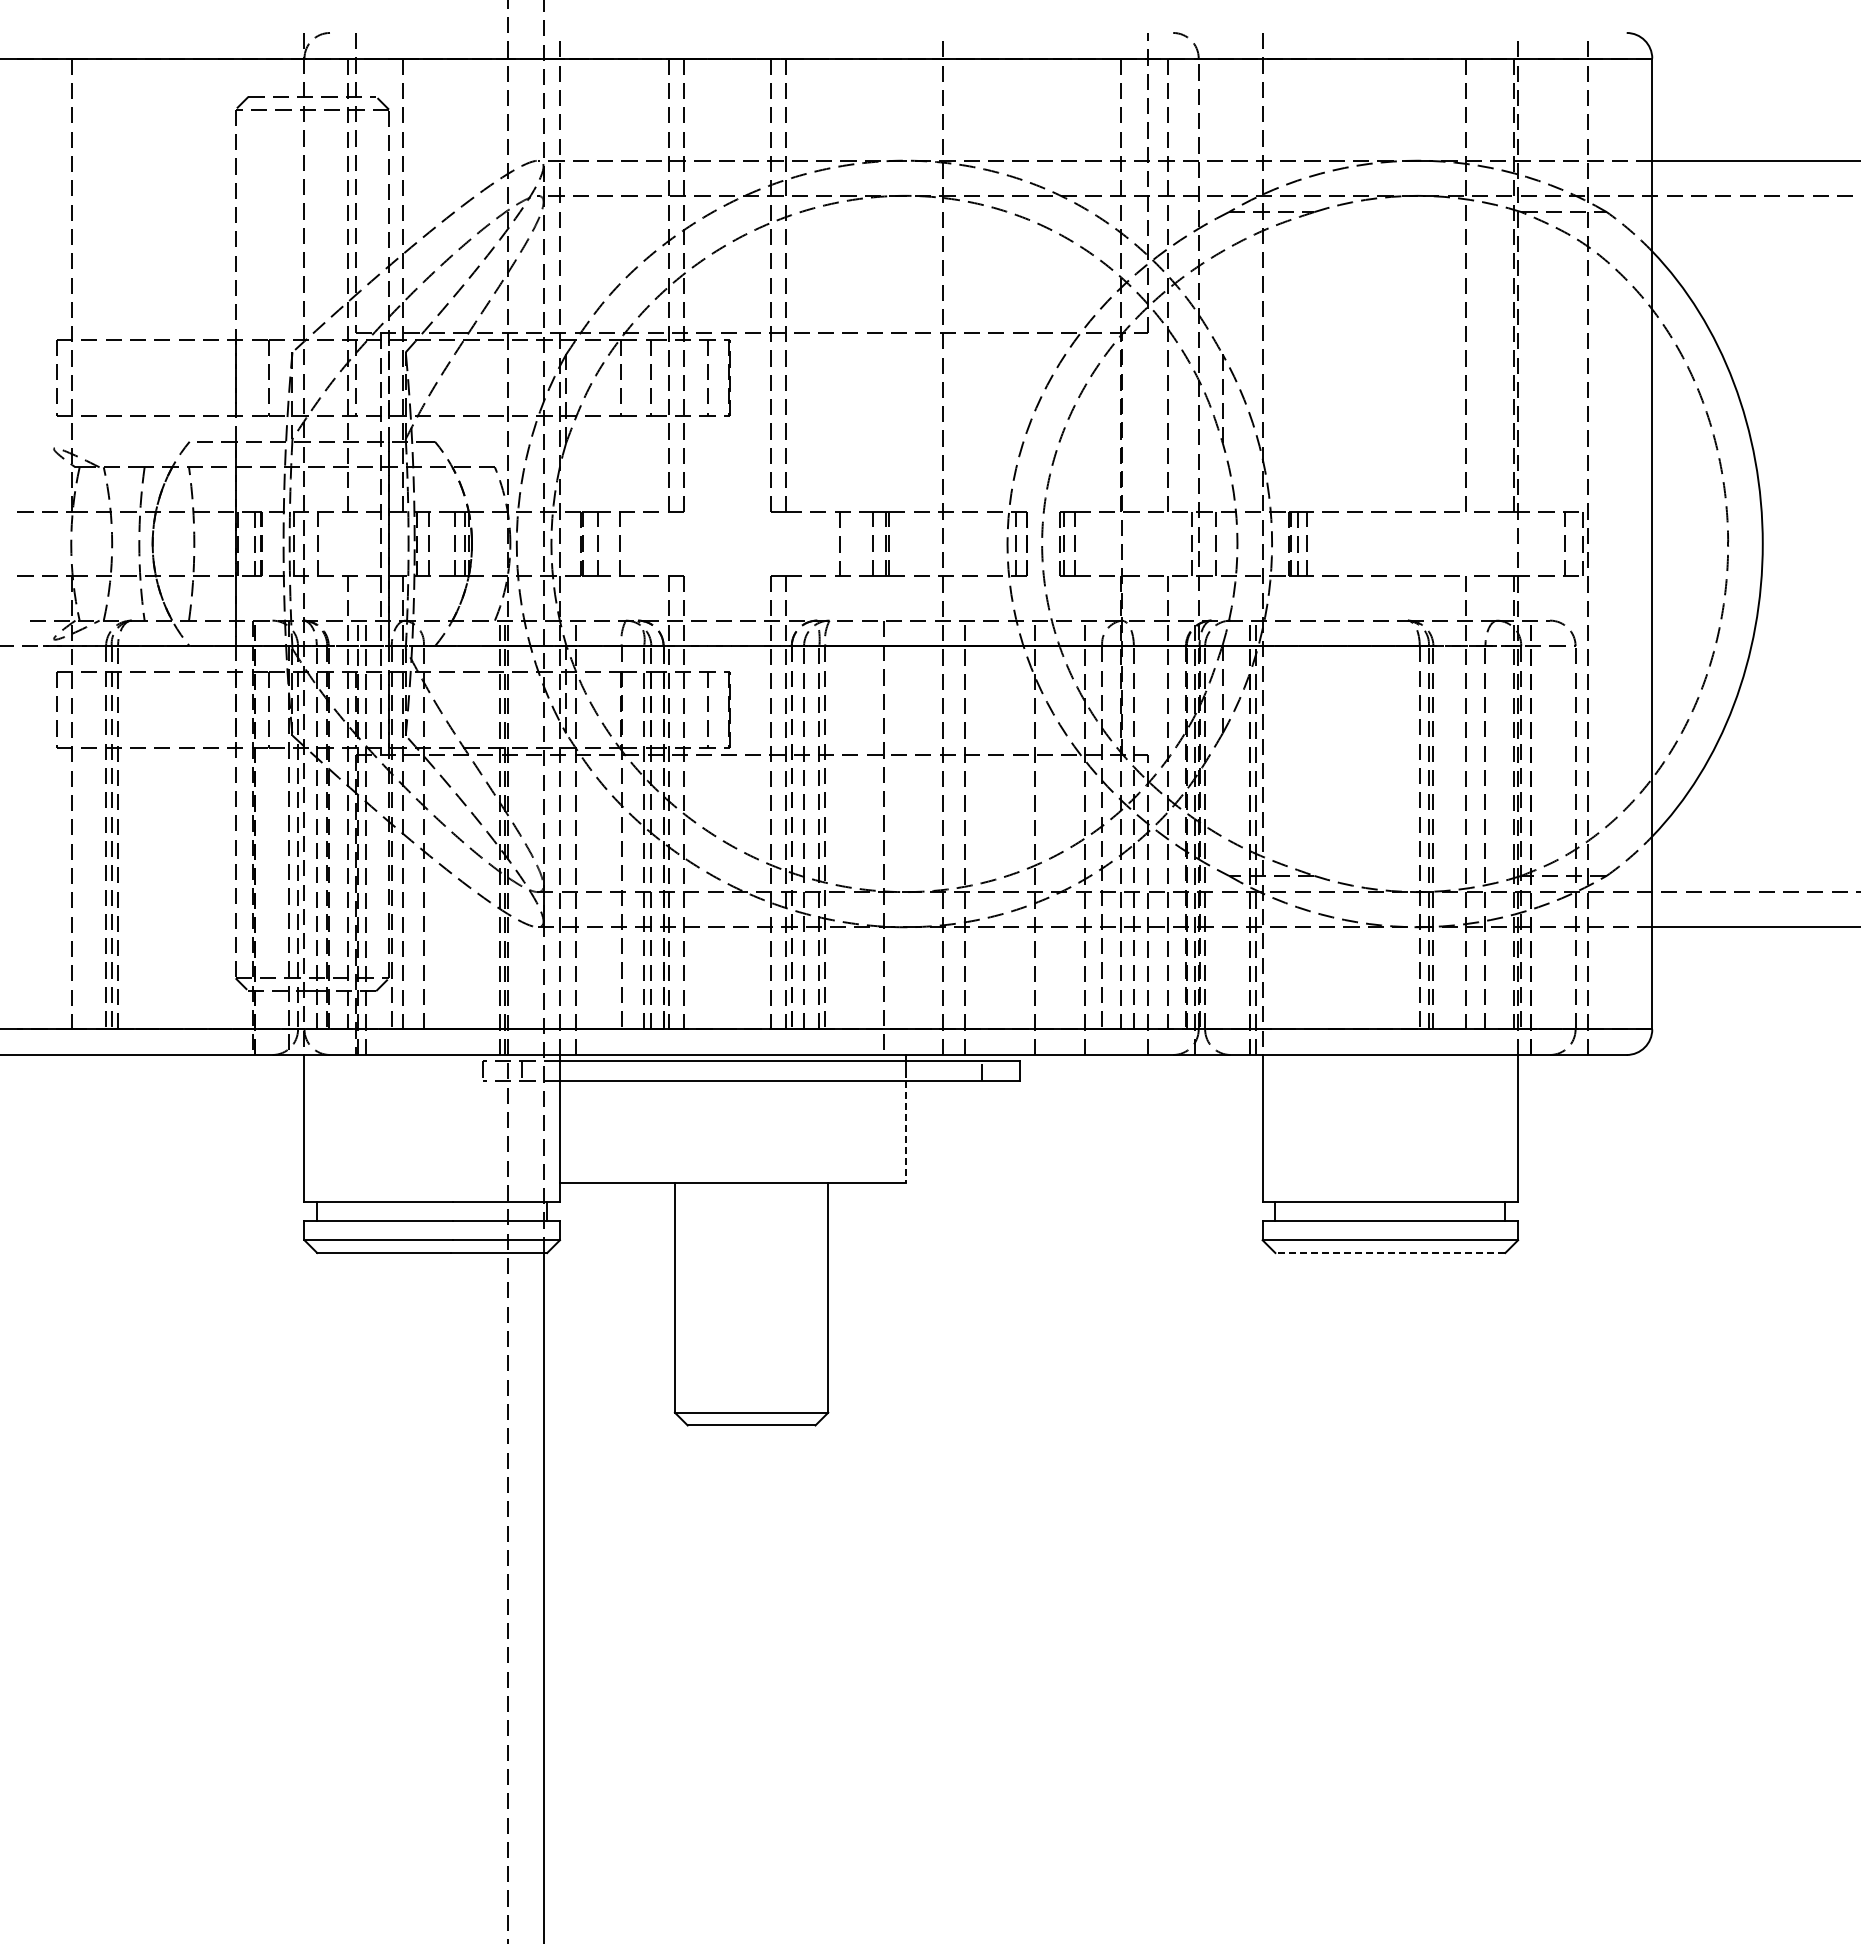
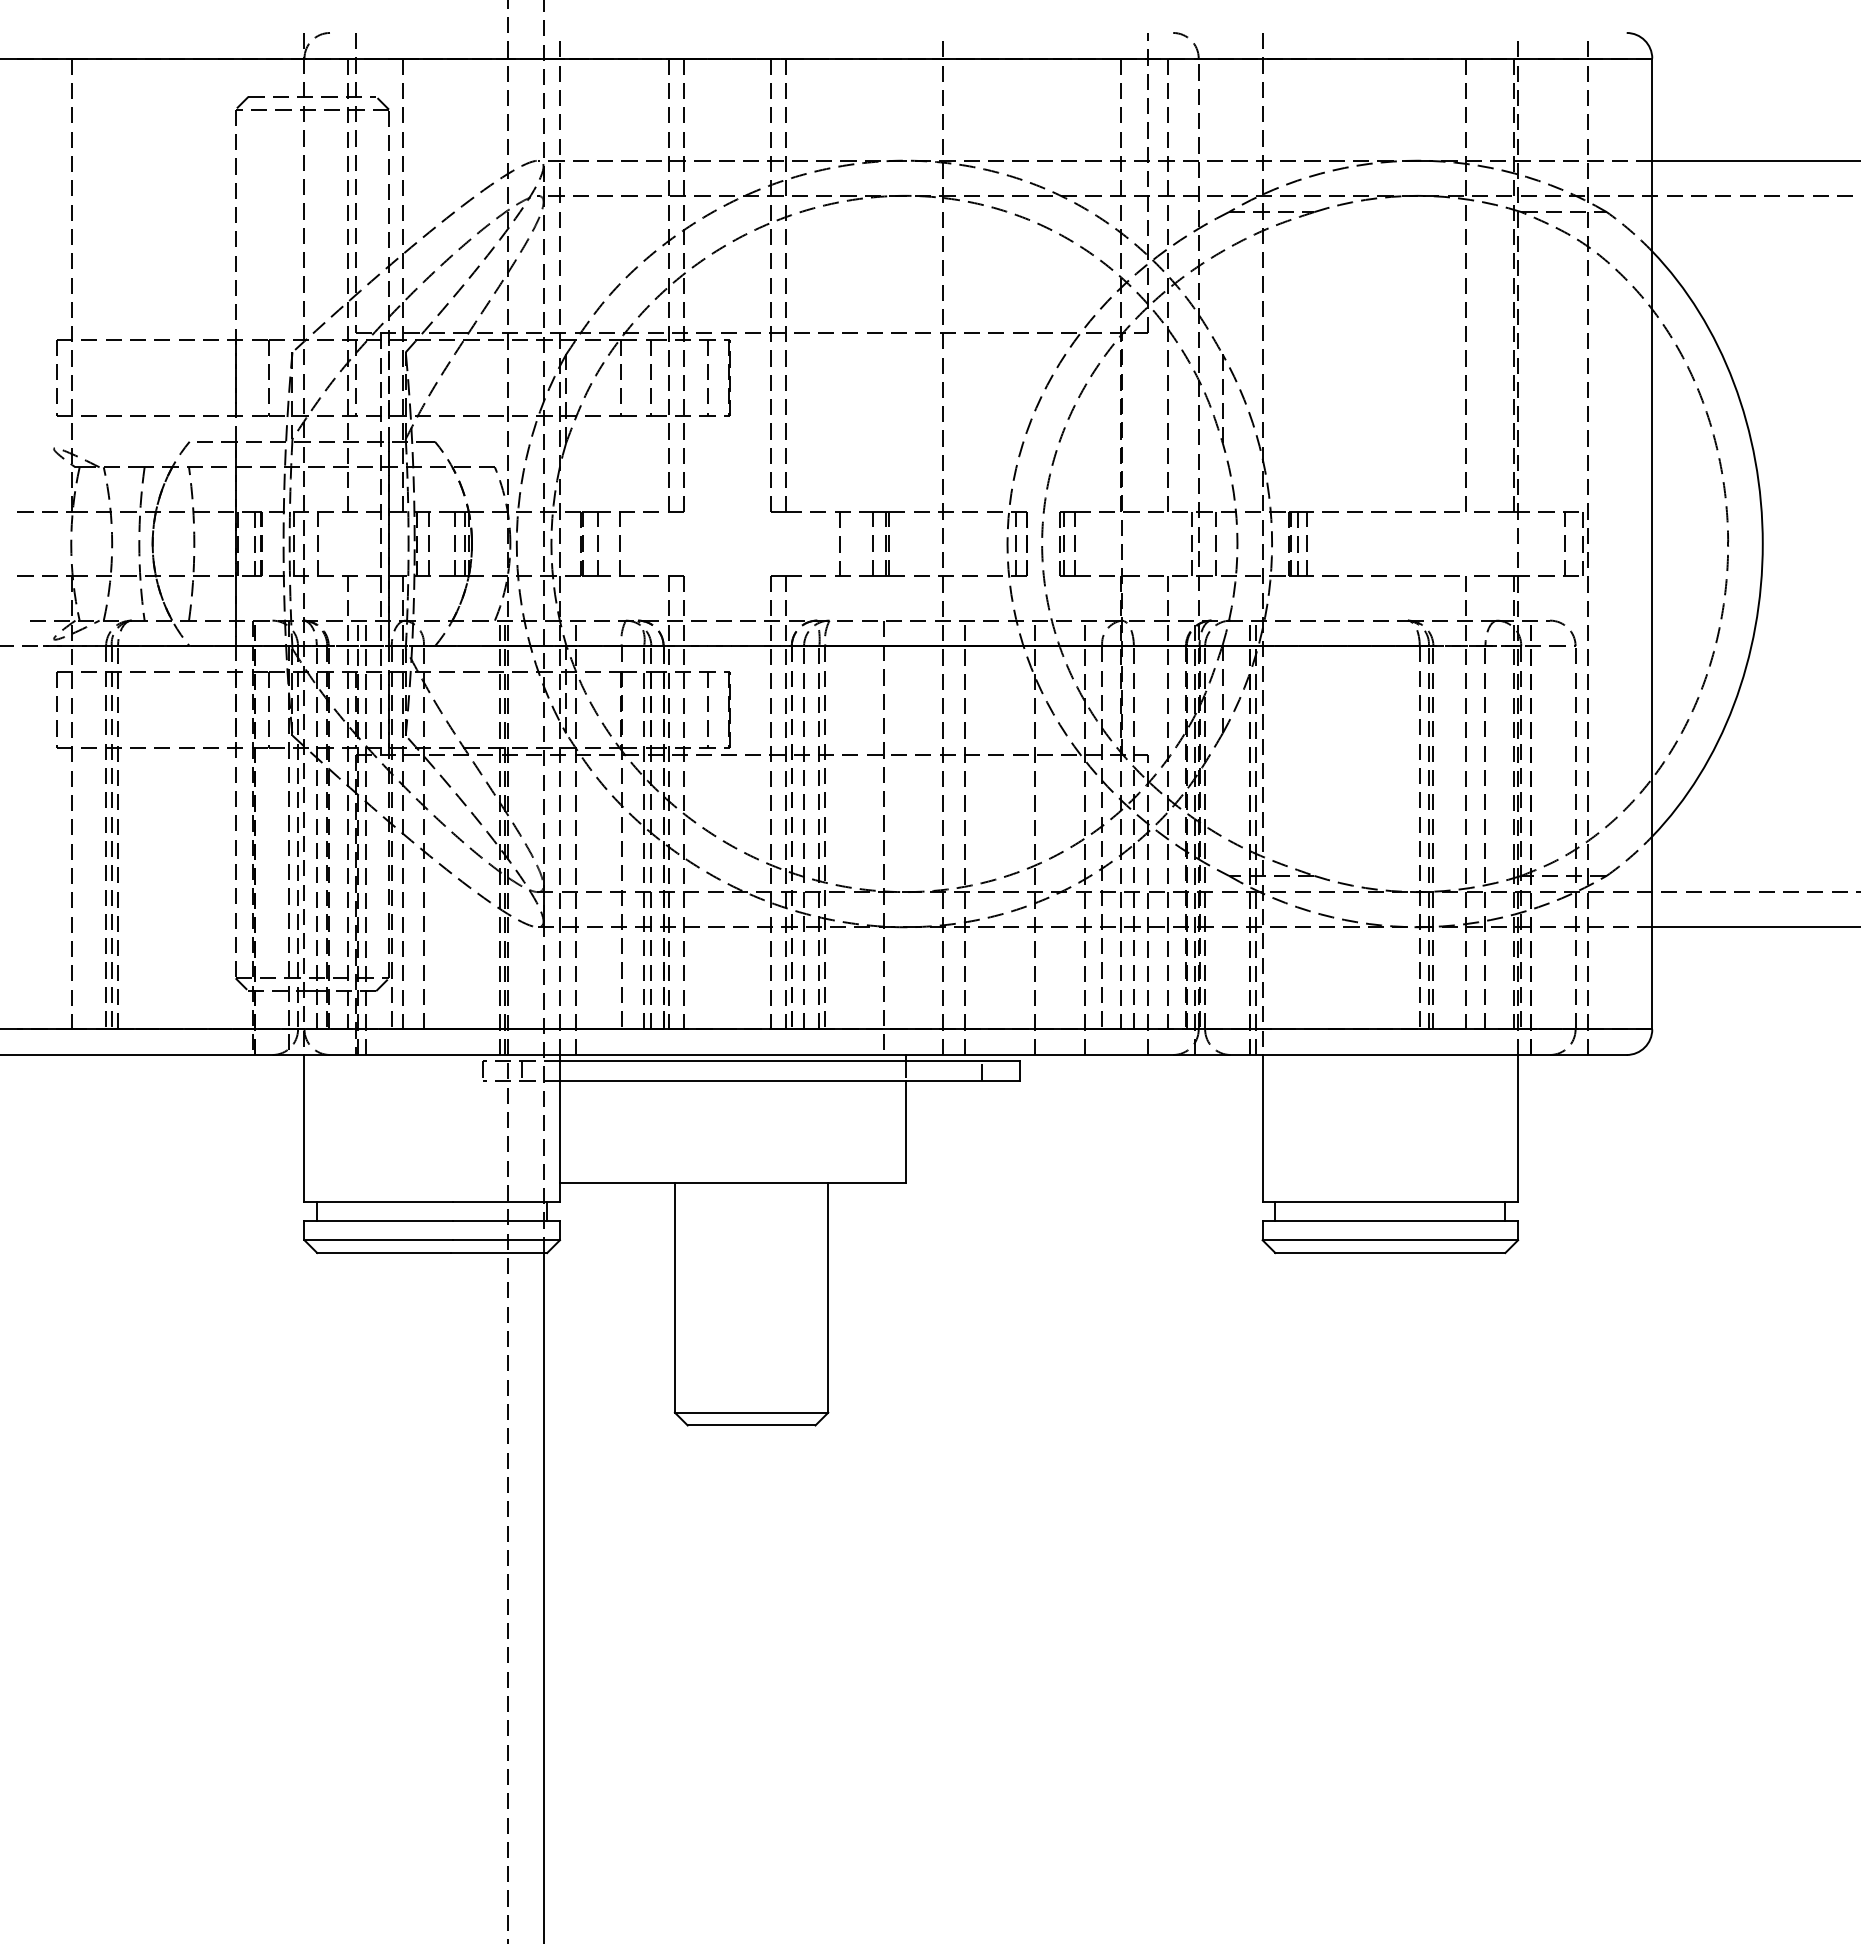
line at (906, 1132): dashed -> solid
line at (1390, 1253): dashed -> solid
